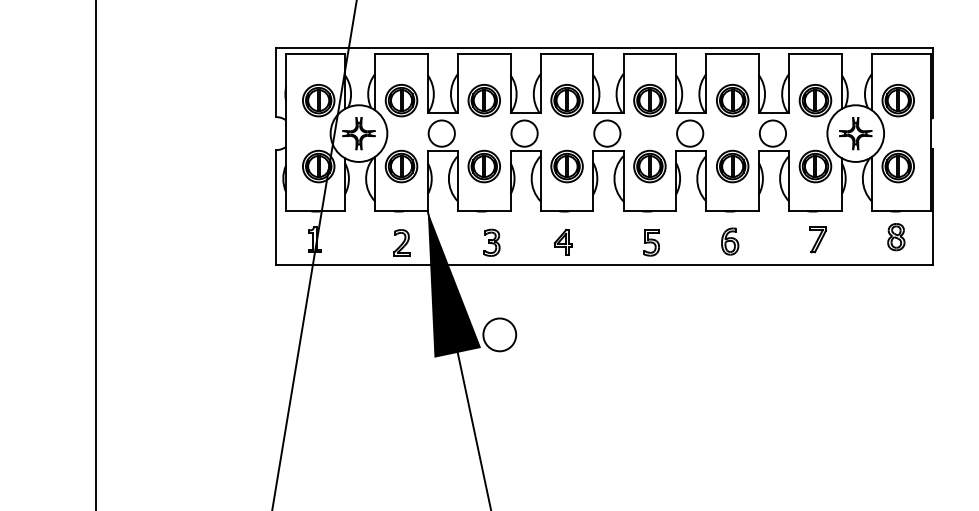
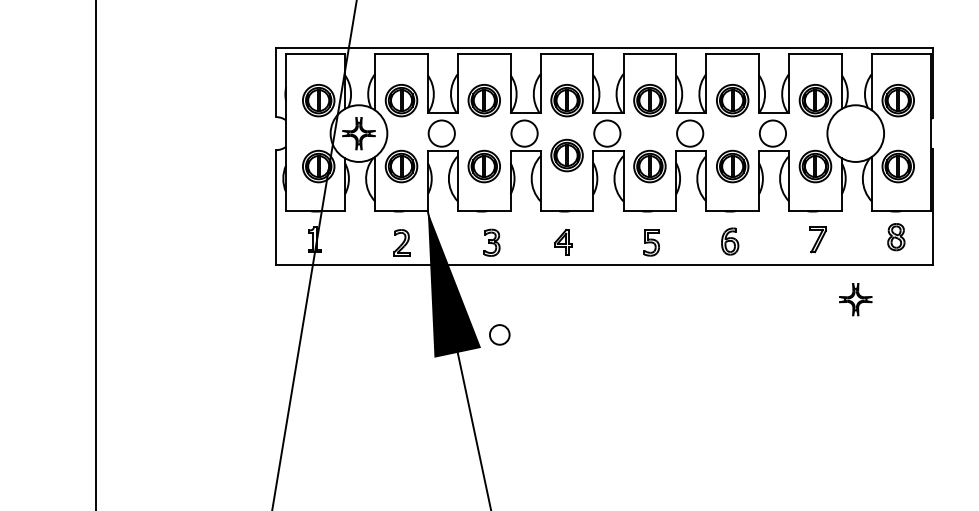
part at (855, 133) position: (855, 133) -> (855, 299)
part at (566, 166) position: (566, 166) -> (566, 155)
circle at (499, 334) diameter: 33 px -> 20 px
